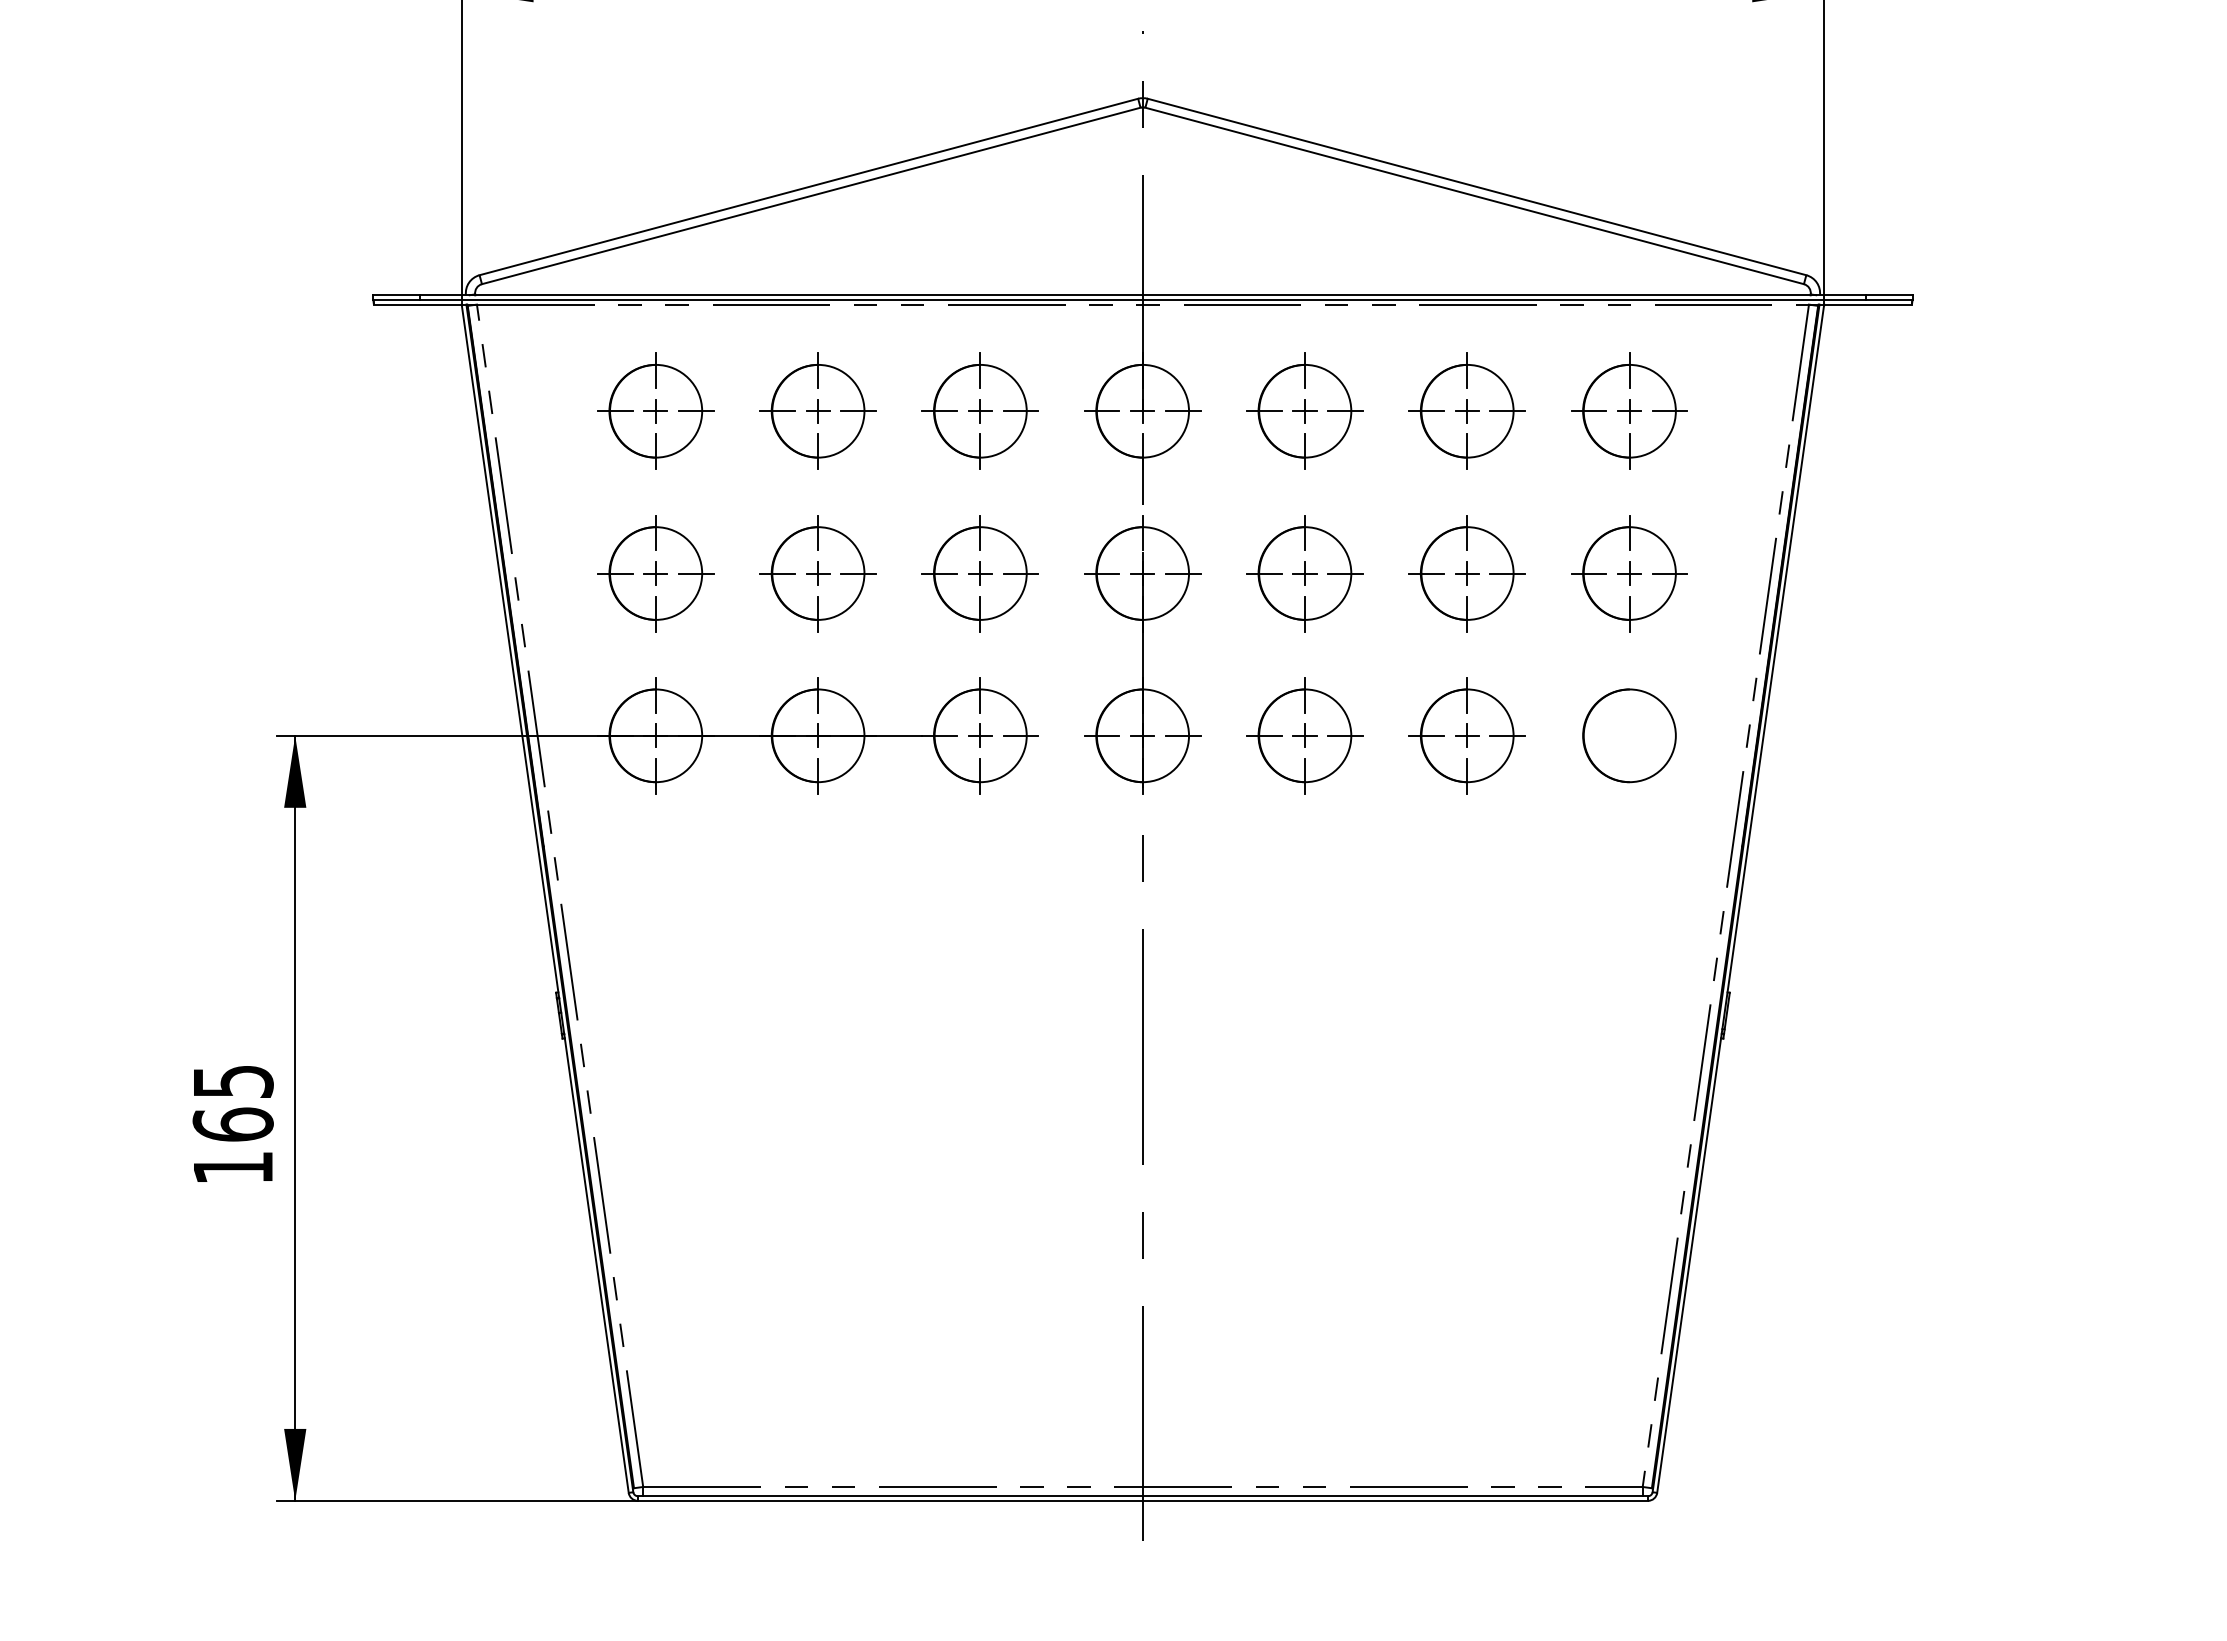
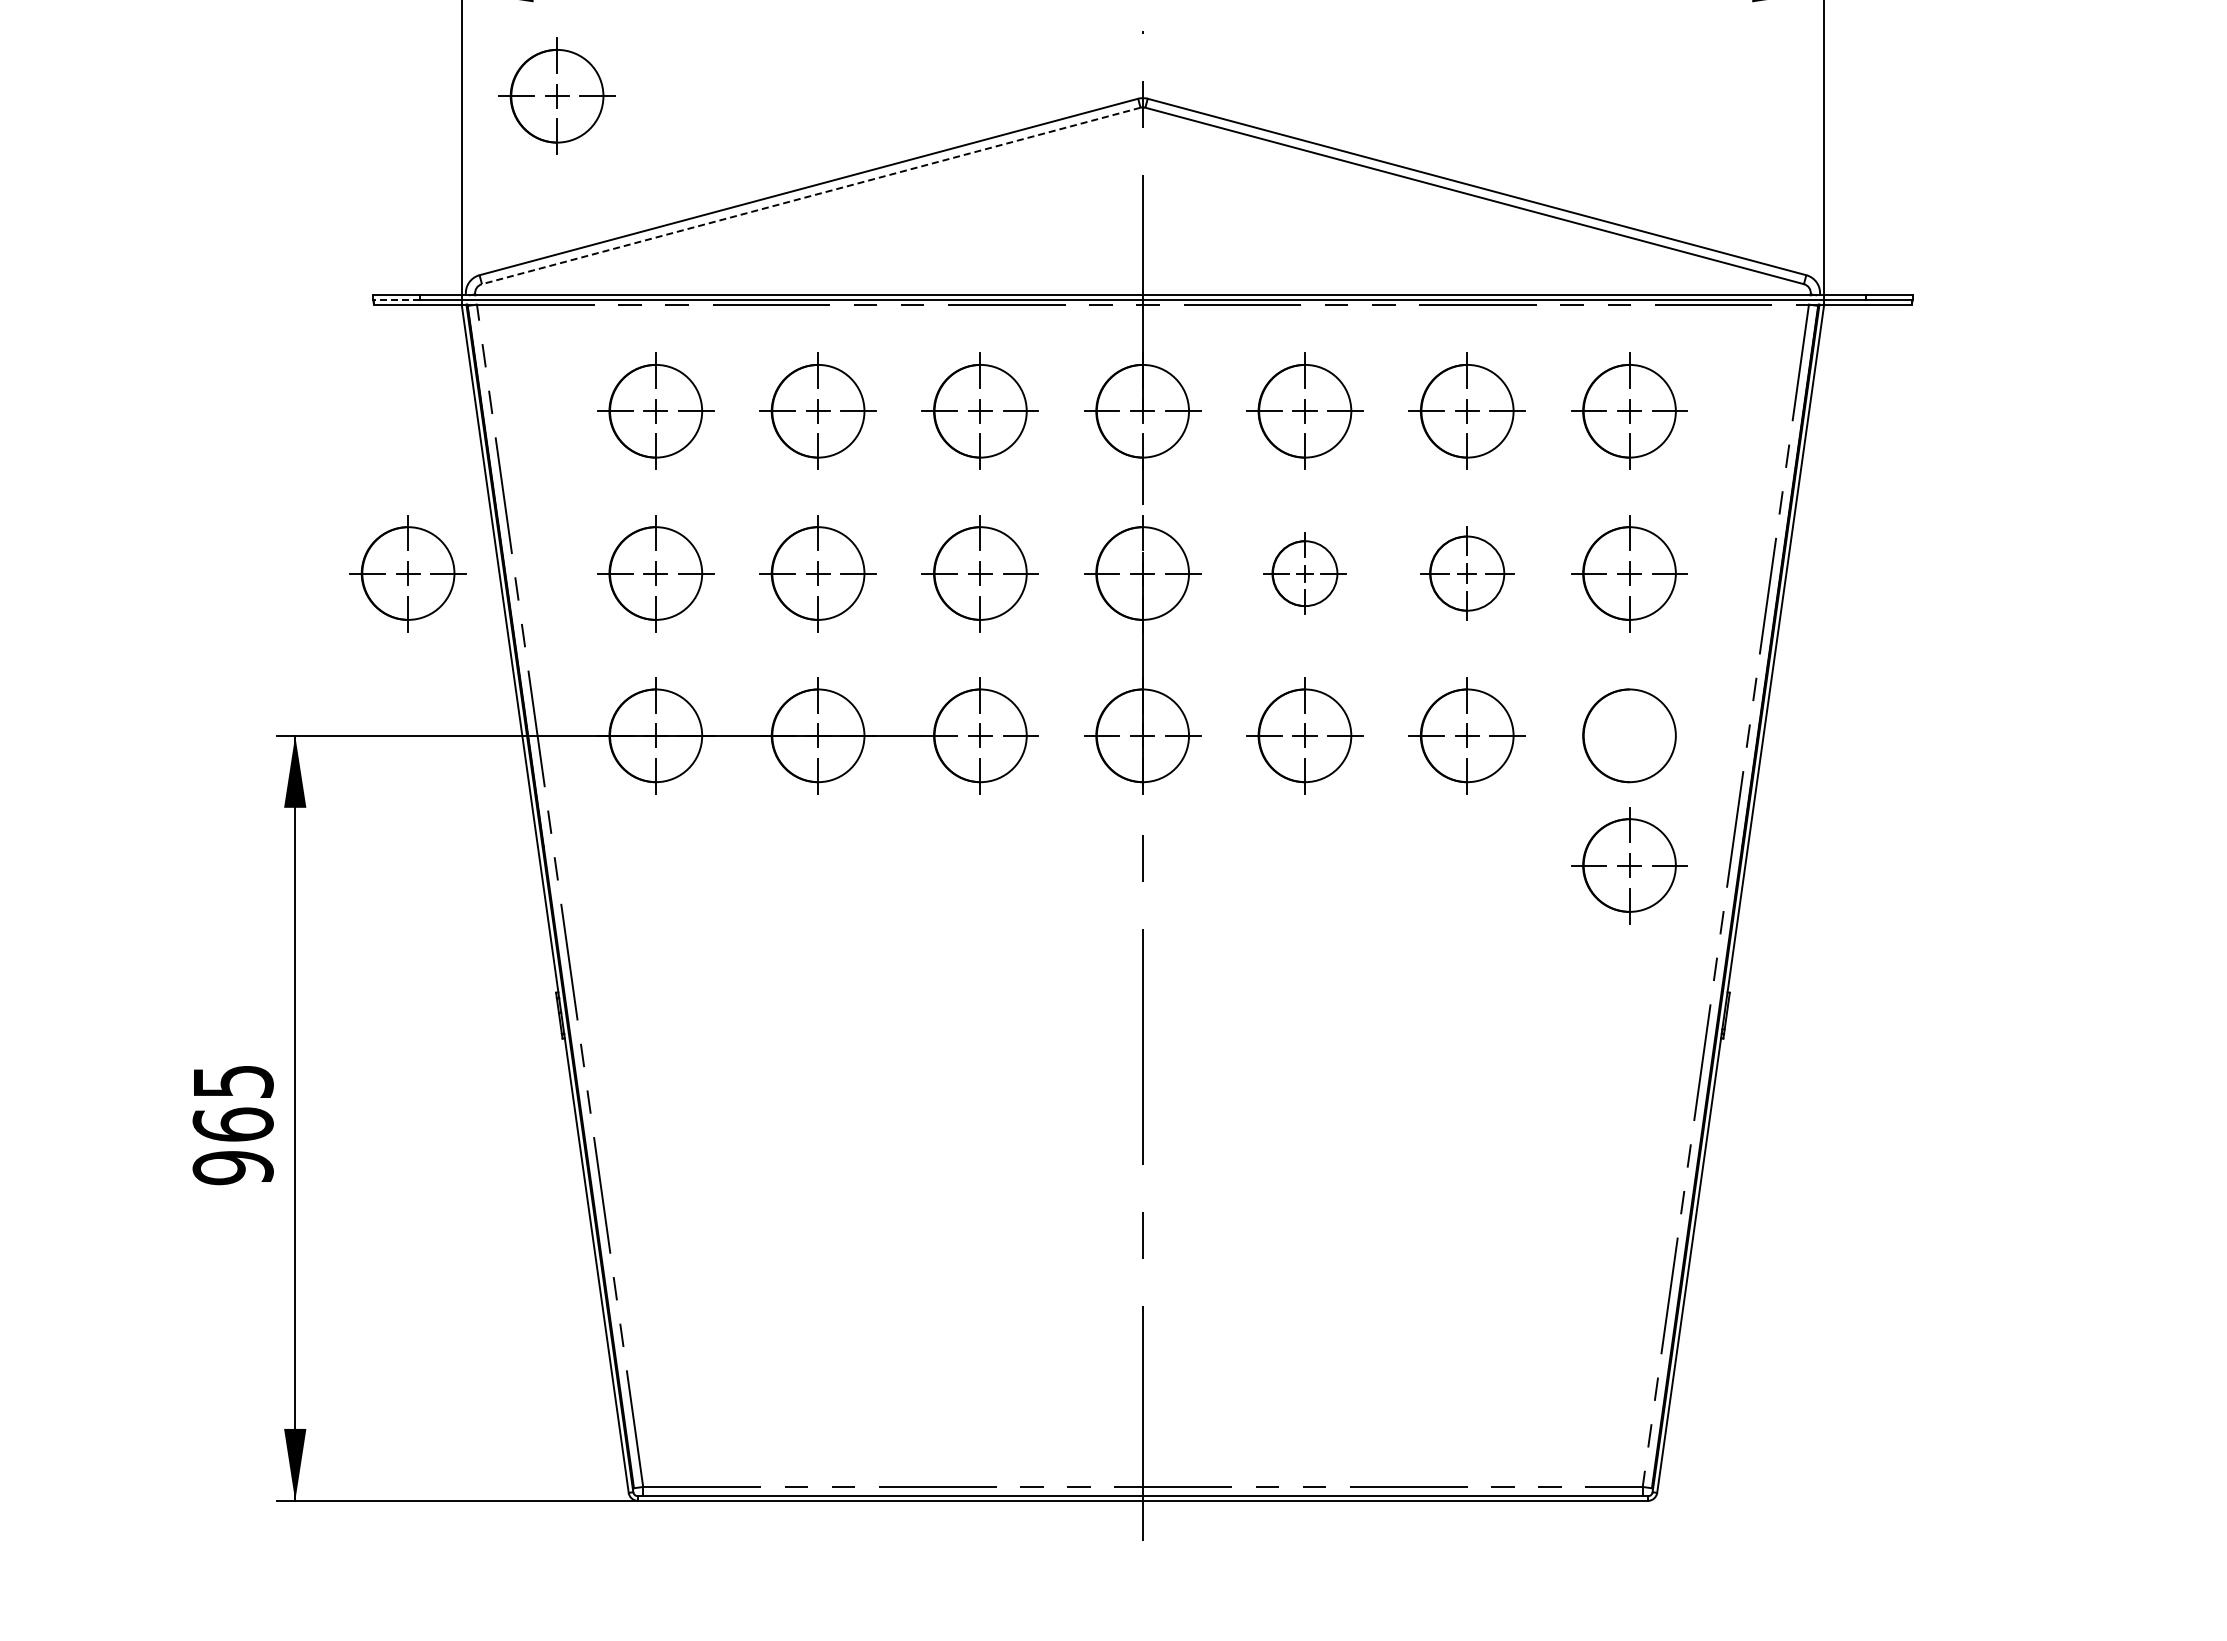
part at (556, 95): none -> present
line at (811, 195): solid -> dashed
line at (395, 299): solid -> dashed
part at (407, 573): none -> present
part at (1304, 573) size: 118x118 px -> 84x83 px
part at (1466, 573) size: 118x118 px -> 95x95 px
part at (1629, 865): none -> present
text at (232, 1168): 165 -> 965
